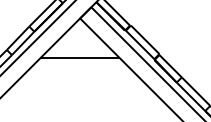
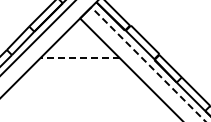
line at (80, 58): solid -> dashed
line at (148, 64): solid -> dashed
